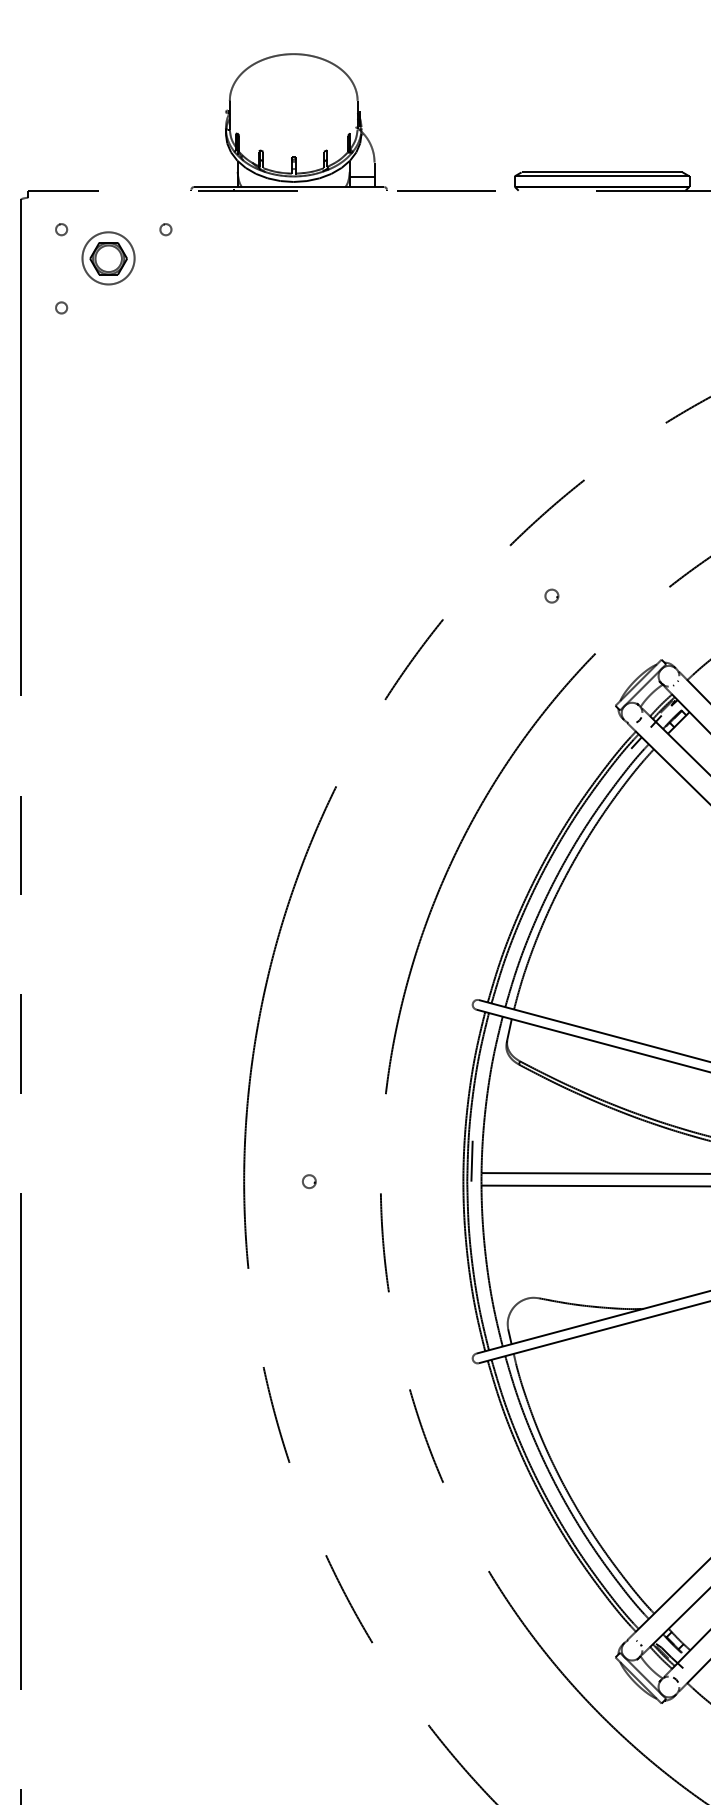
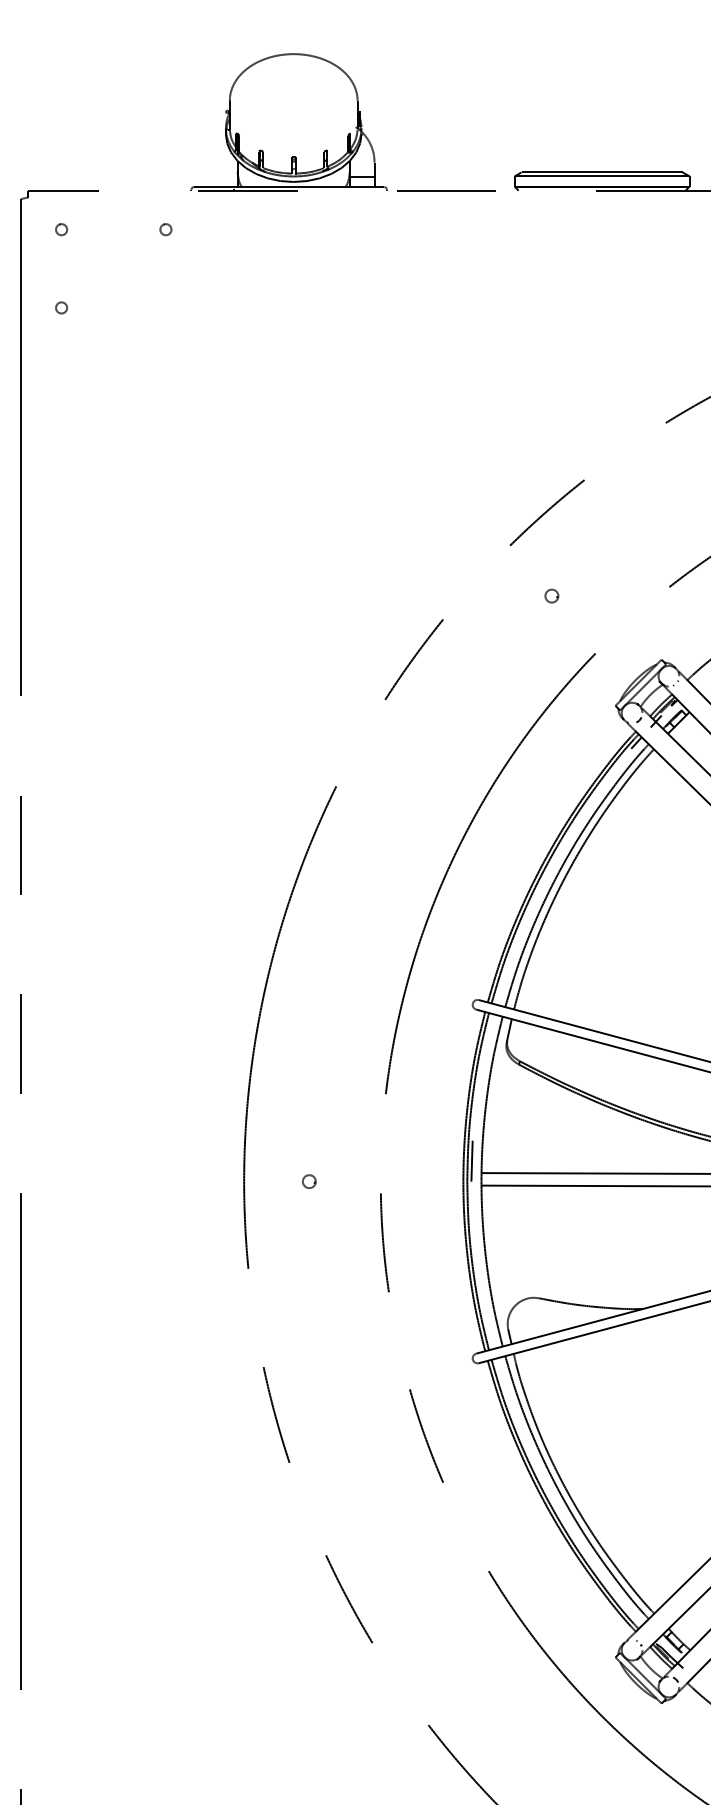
part at (108, 258): present -> none
